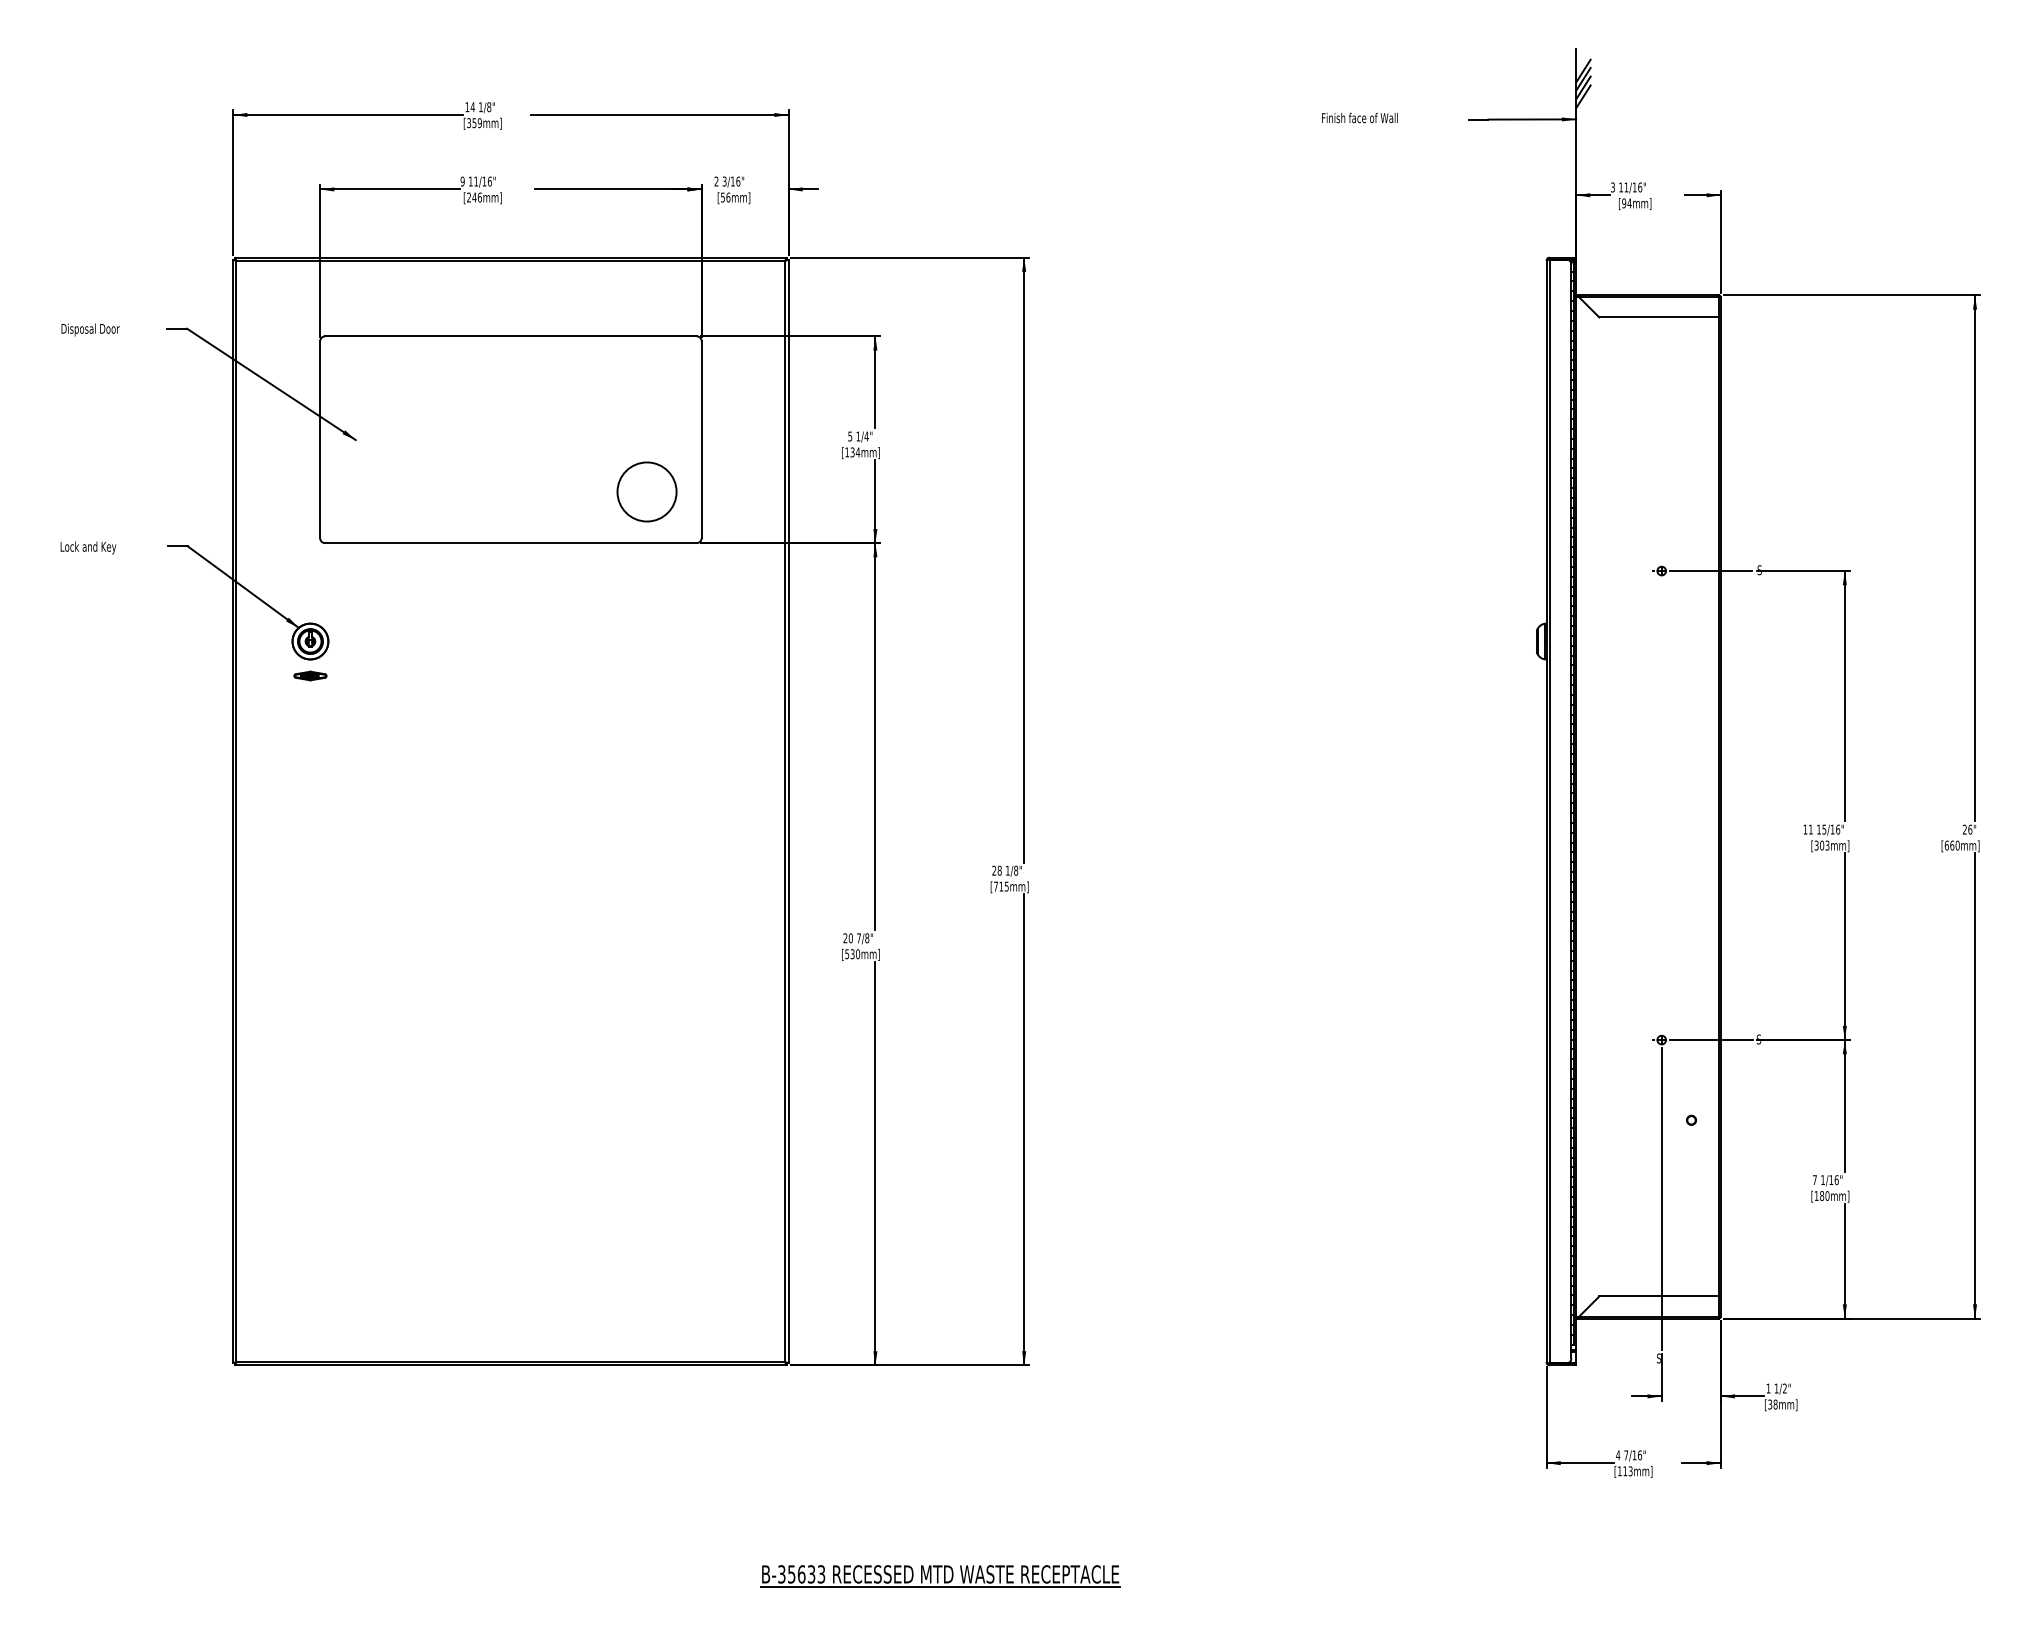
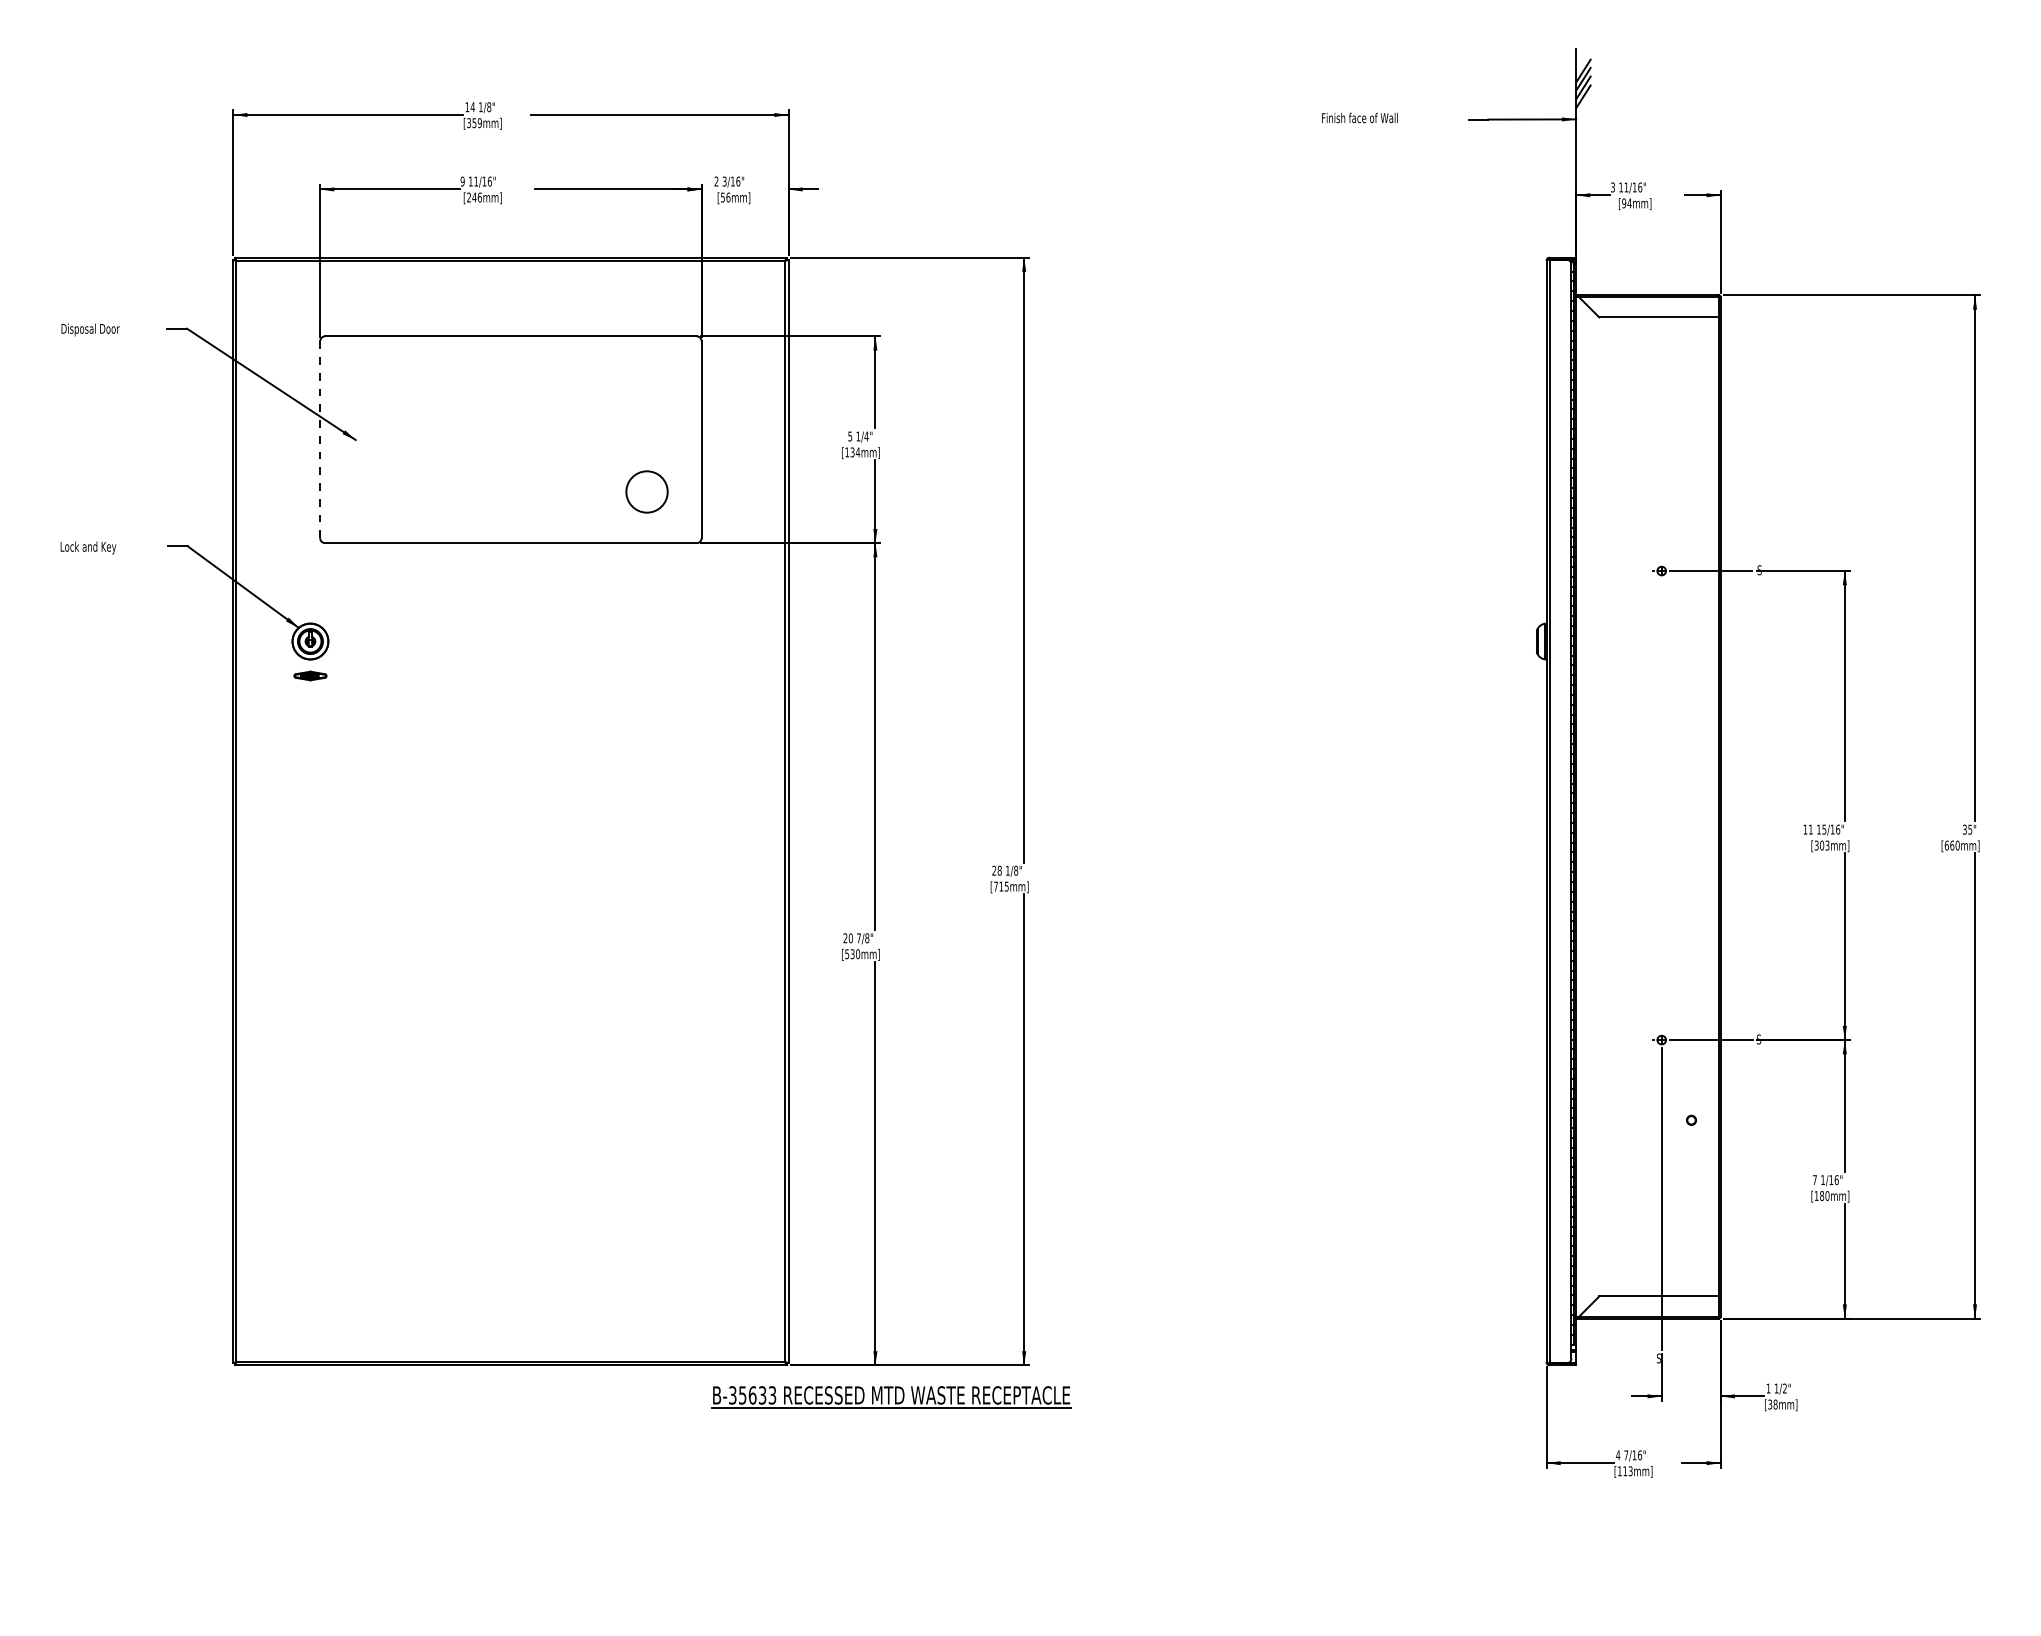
line at (320, 440): solid -> dashed
circle at (646, 491) diameter: 59 px -> 41 px
text at (1967, 829): 26" -> 35"
part at (940, 1576) position: (940, 1576) -> (891, 1397)
